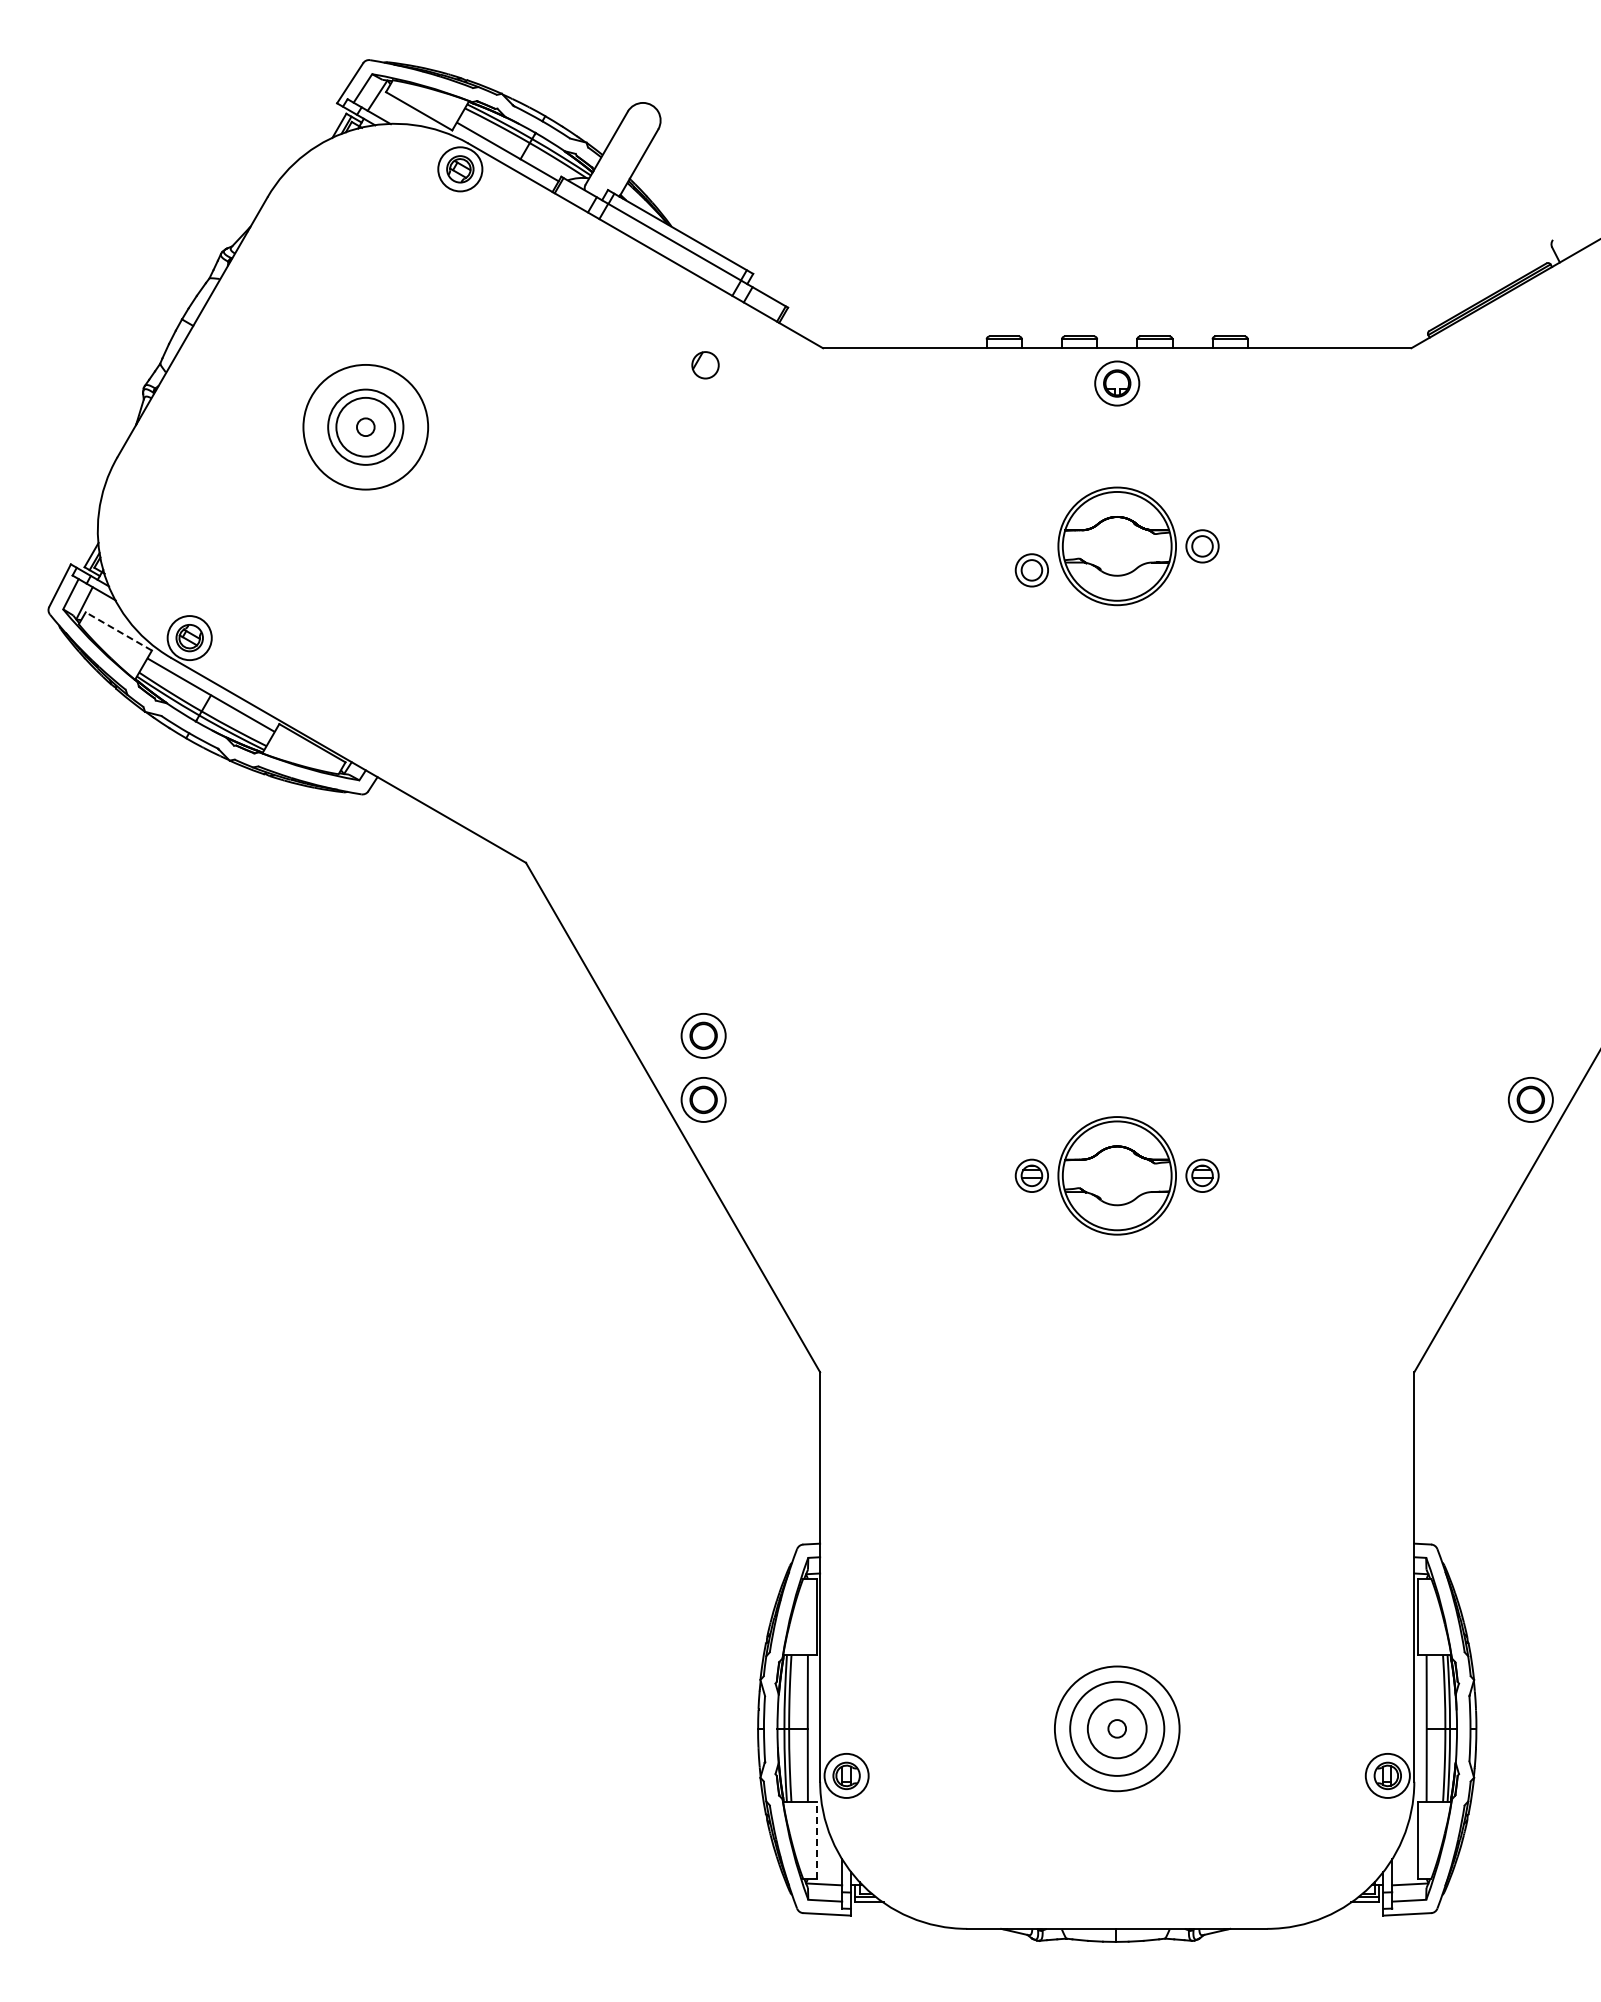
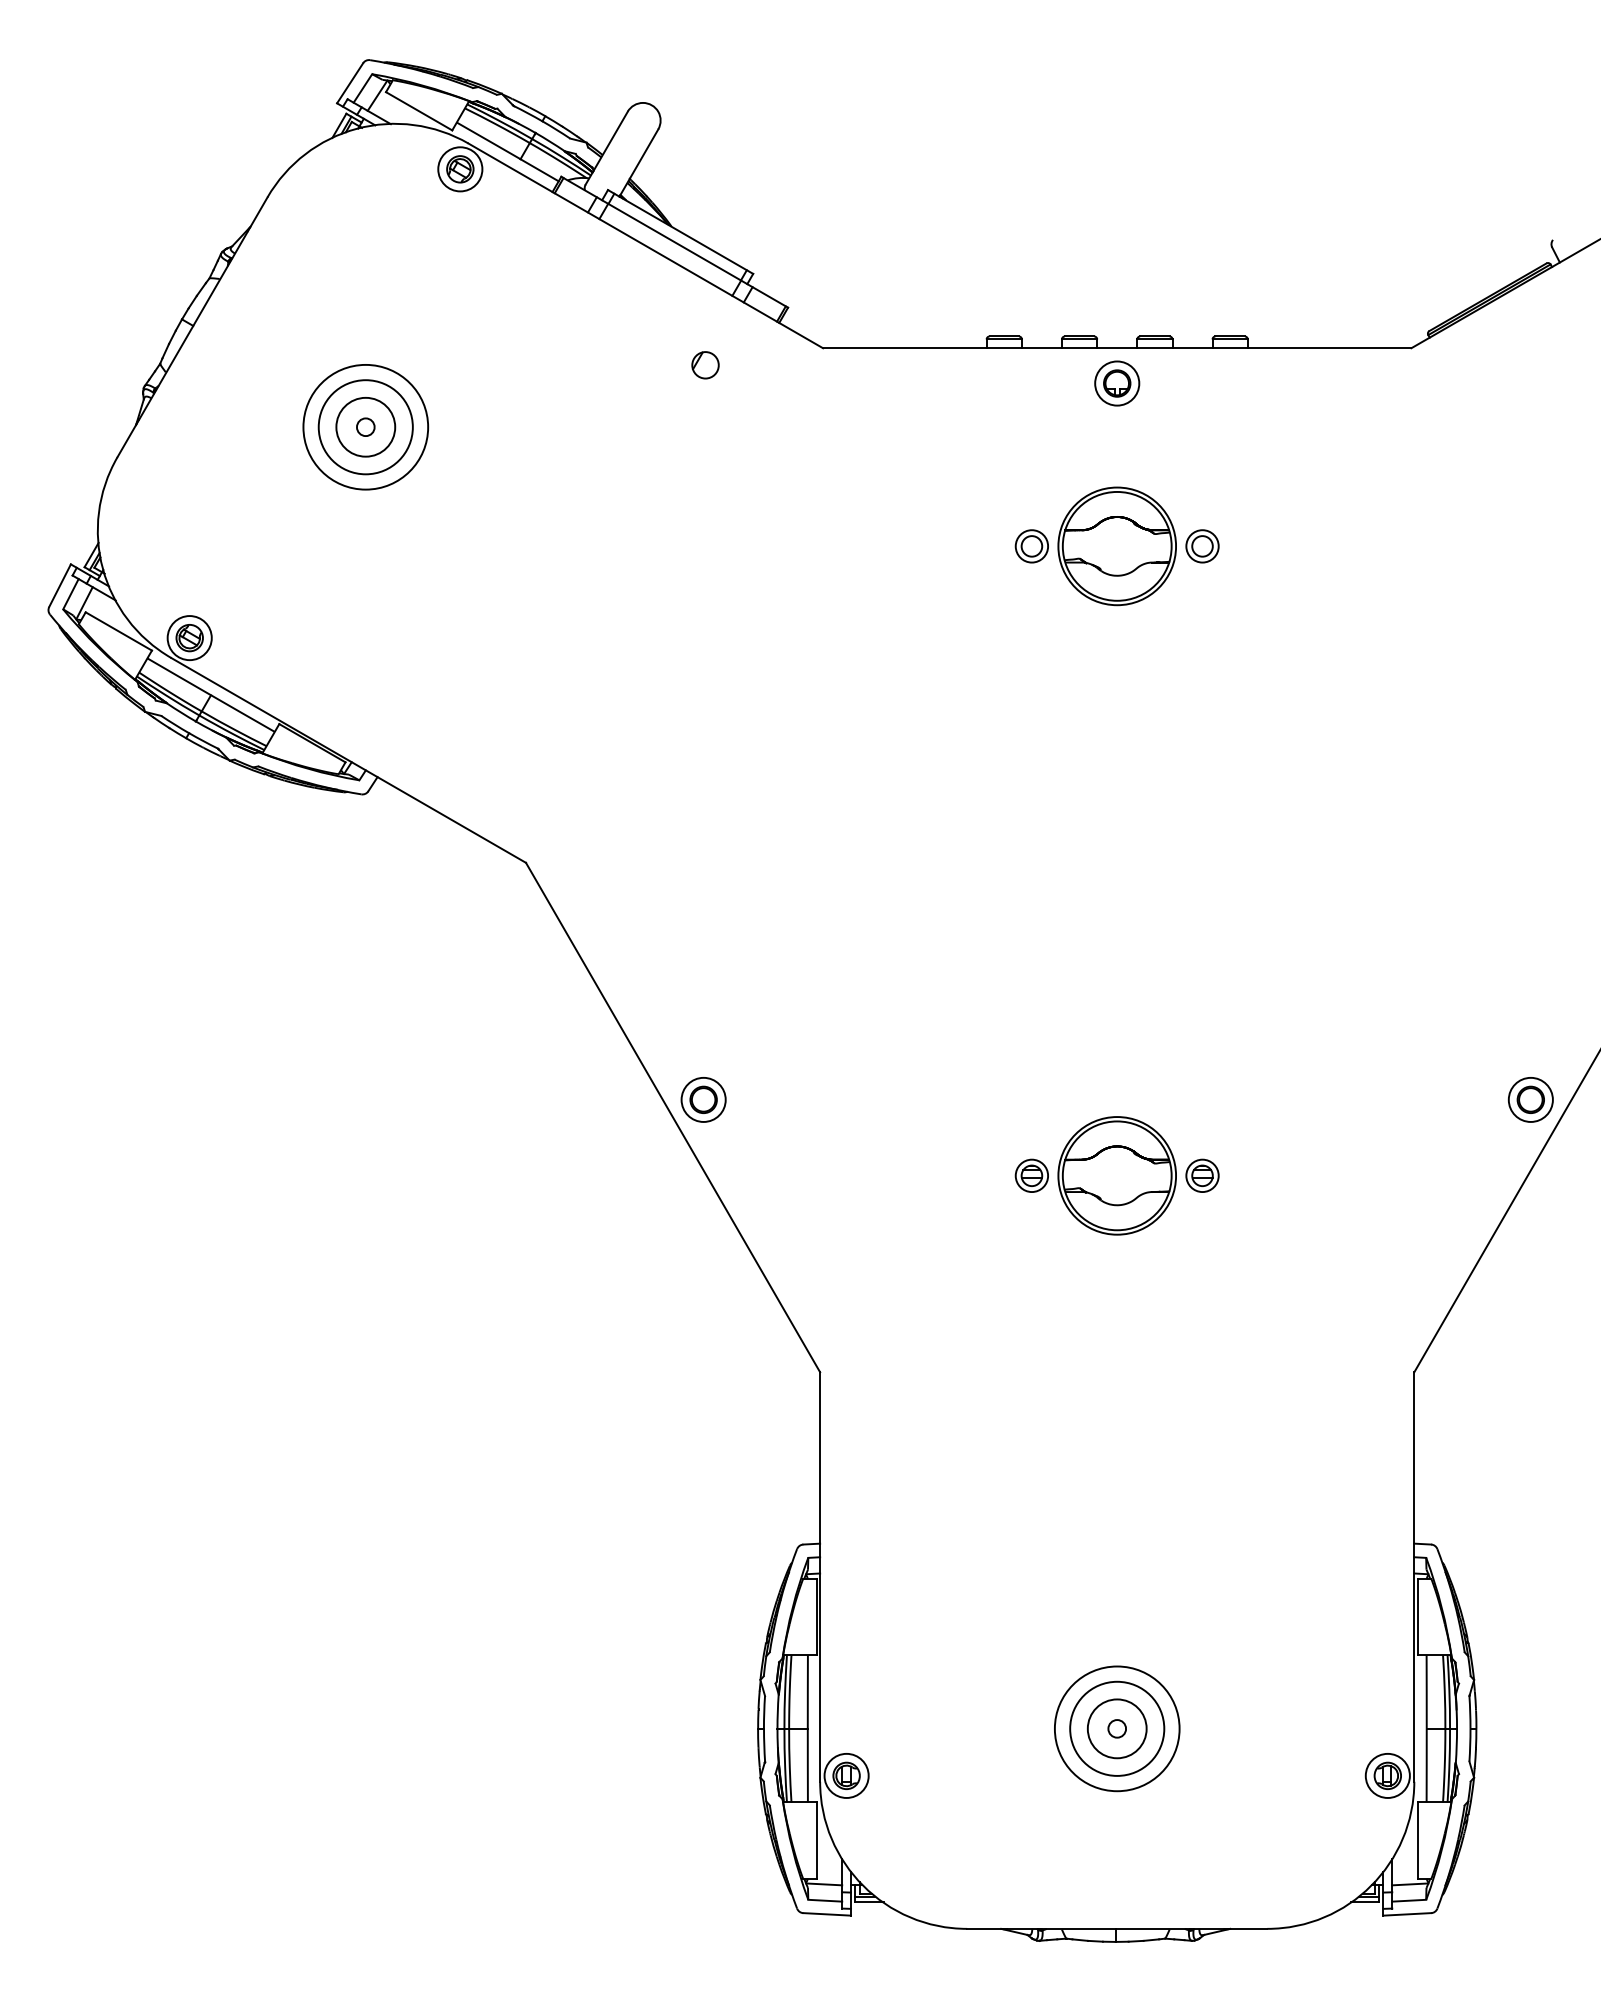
circle at (365, 426) diameter: 75 px -> 94 px
part at (1031, 570) position: (1031, 570) -> (1031, 546)
line at (118, 631): dashed -> solid
part at (703, 1035): present -> none
line at (816, 1840): dashed -> solid
